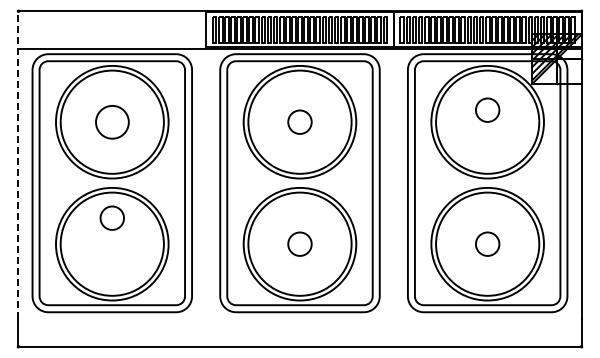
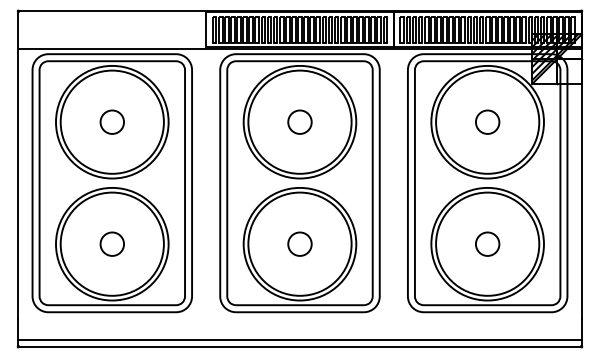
circle at (487, 109) position: (487, 109) -> (487, 121)
circle at (112, 122) size: 35x35 px -> 26x26 px
line at (18, 164): dashed -> solid
circle at (111, 217) position: (111, 217) -> (111, 243)
line at (299, 339): none -> present
